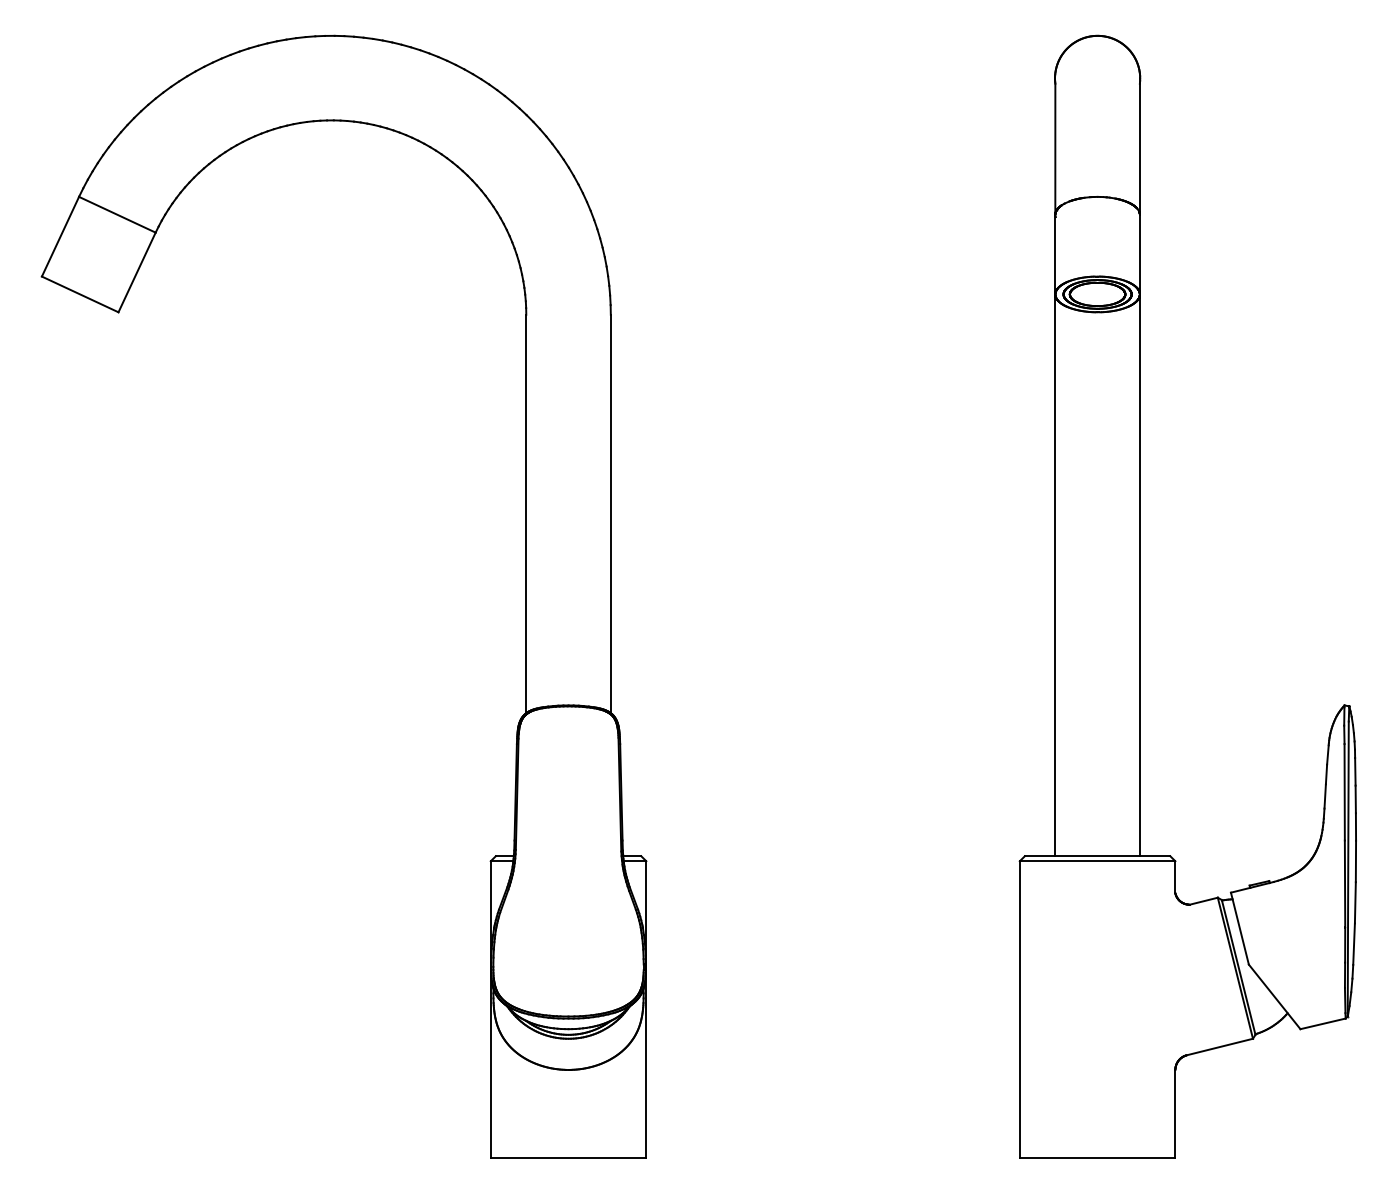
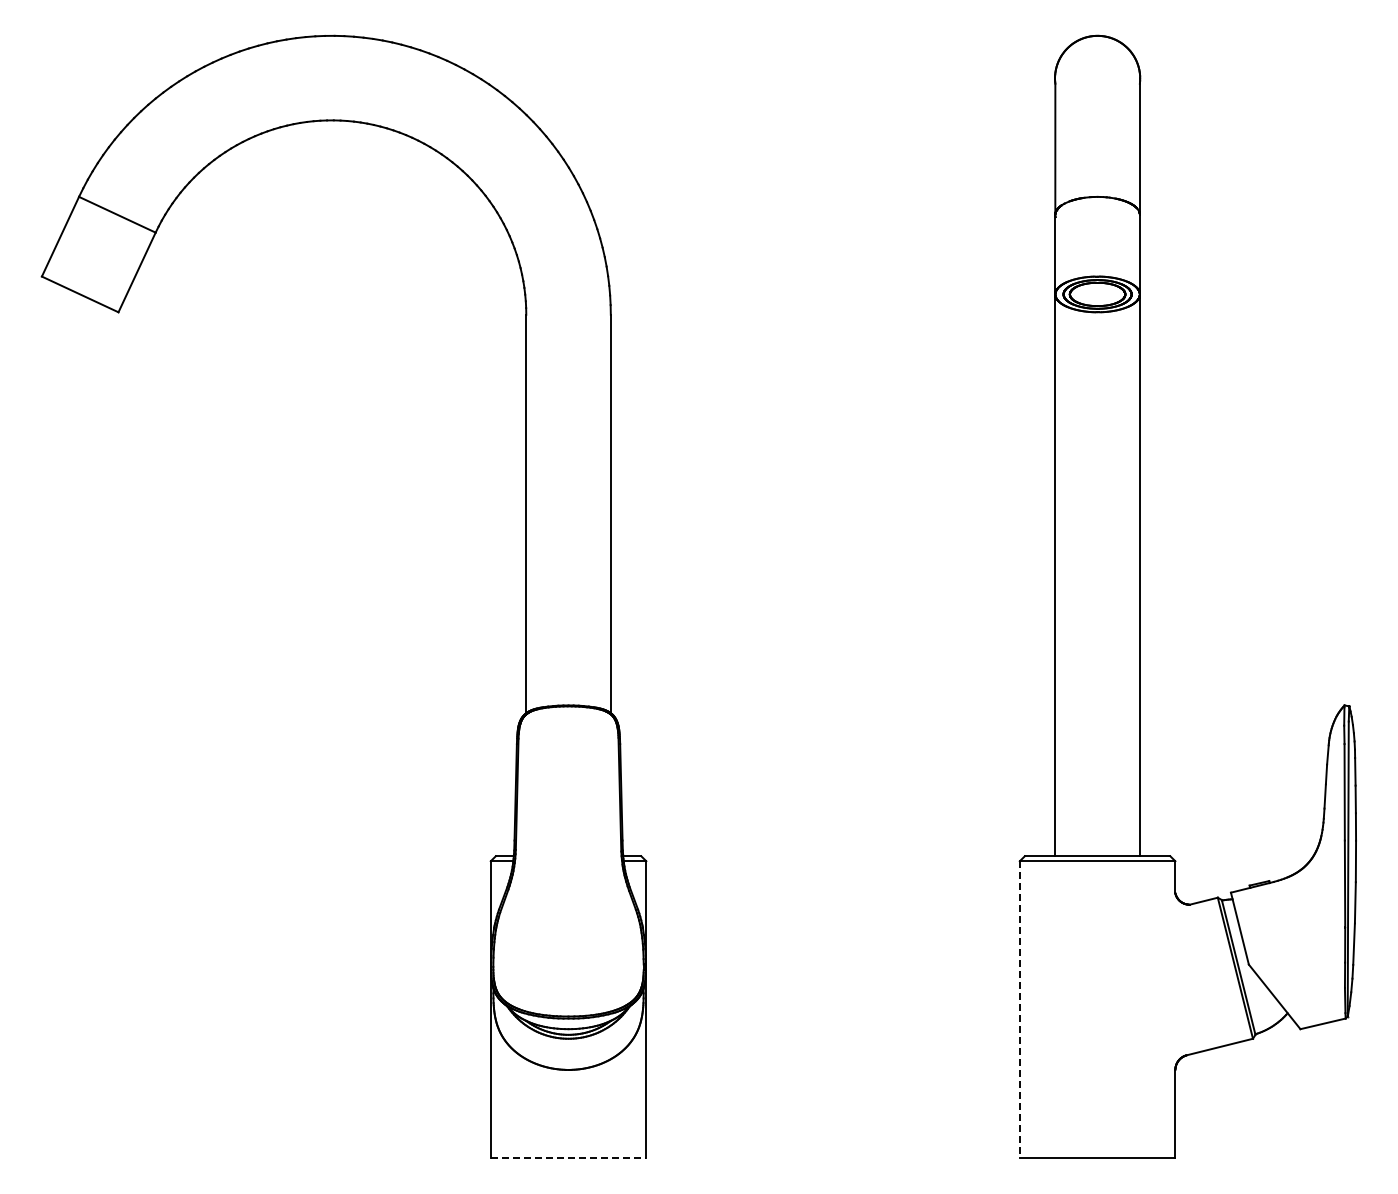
line at (1019, 1010): solid -> dashed
line at (568, 1158): solid -> dashed
